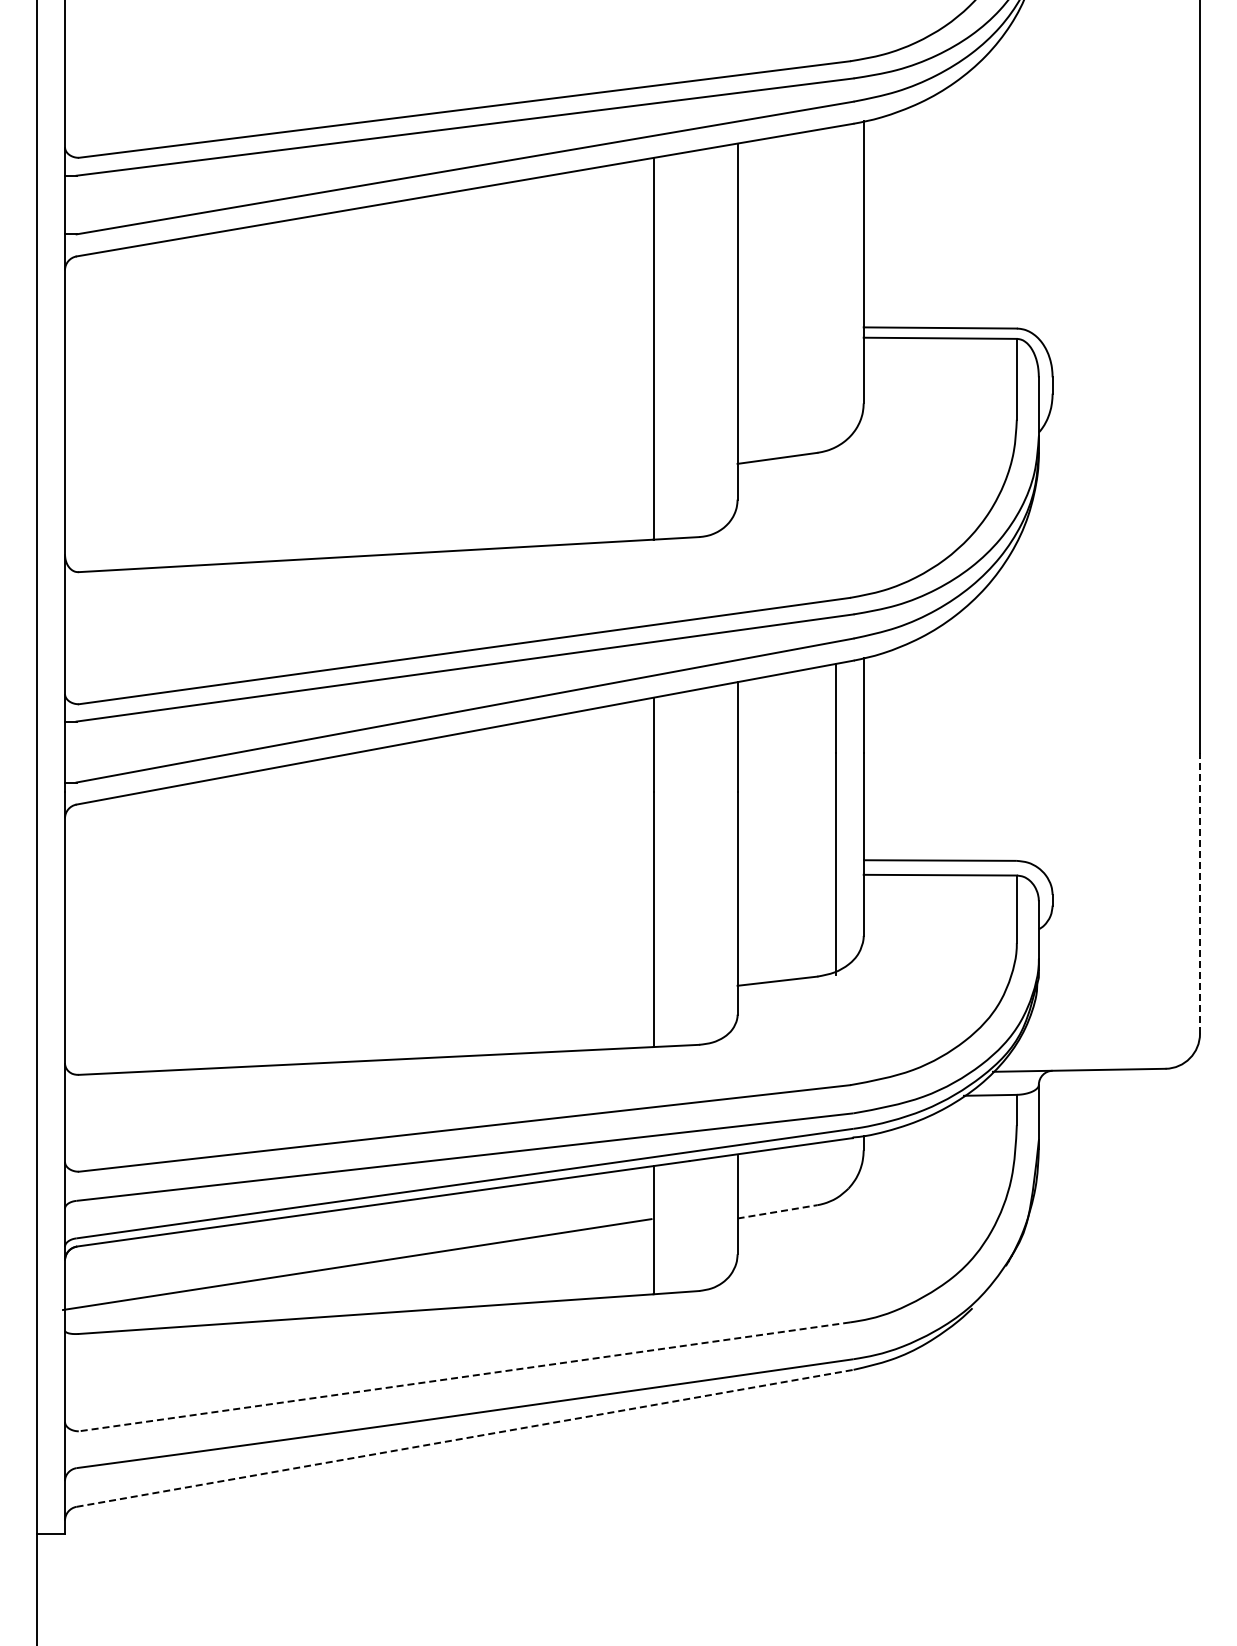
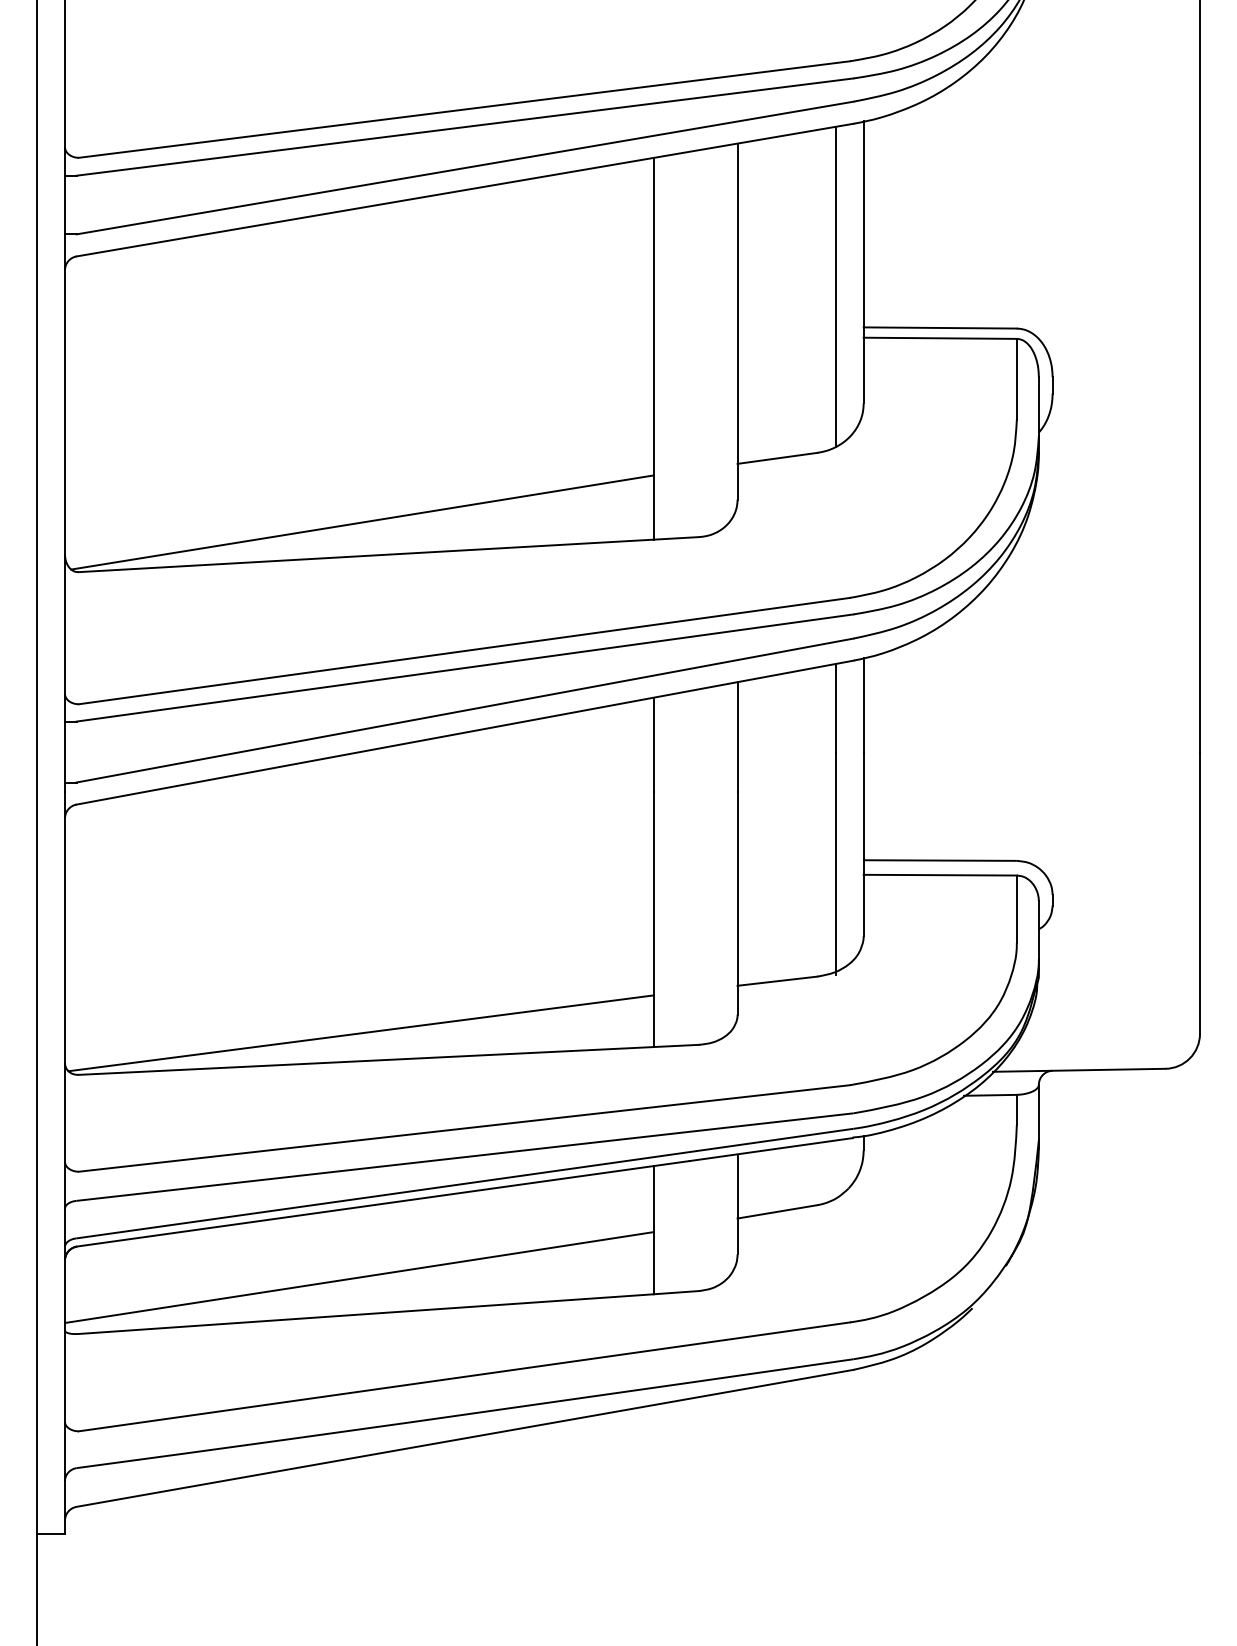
line at (835, 286): none -> present
line at (362, 522): none -> present
line at (1200, 892): dashed -> solid
line at (360, 1033): none -> present
line at (777, 1211): dashed -> solid
line at (357, 1264) position: (357, 1264) -> (359, 1277)
line at (463, 1376): dashed -> solid
line at (465, 1438): dashed -> solid
